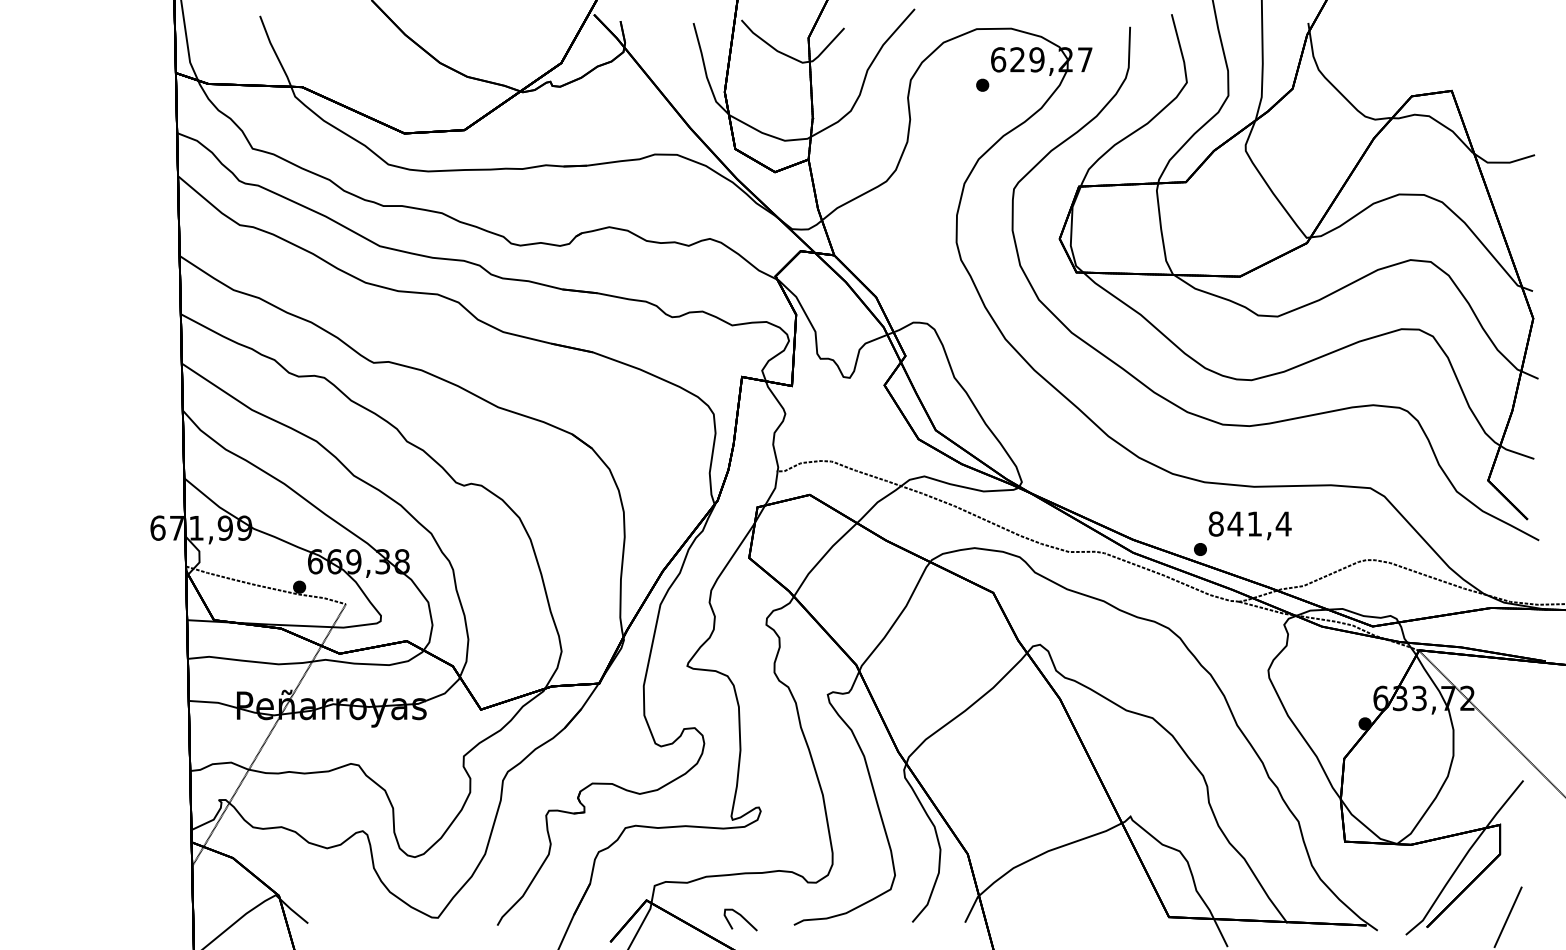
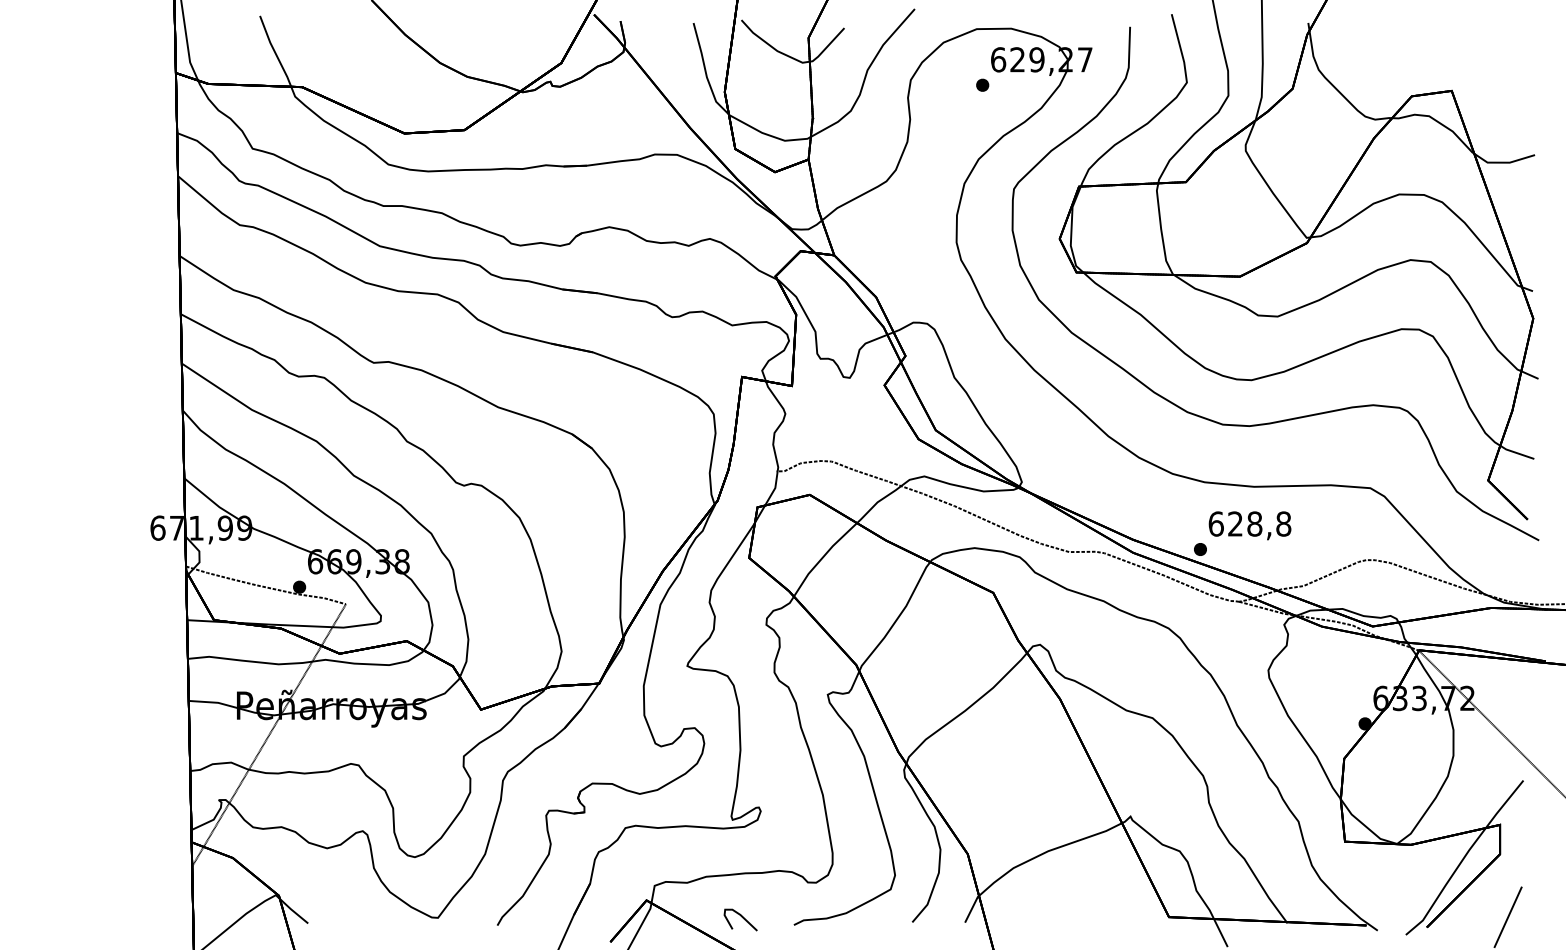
text at (1249, 523): 841,4 -> 628,8
